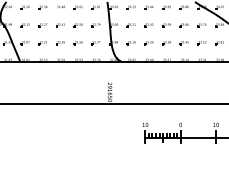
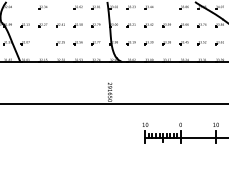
part at (60, 6): present -> none
part at (24, 7): present -> none
part at (166, 7): present -> none
part at (42, 43): present -> none
